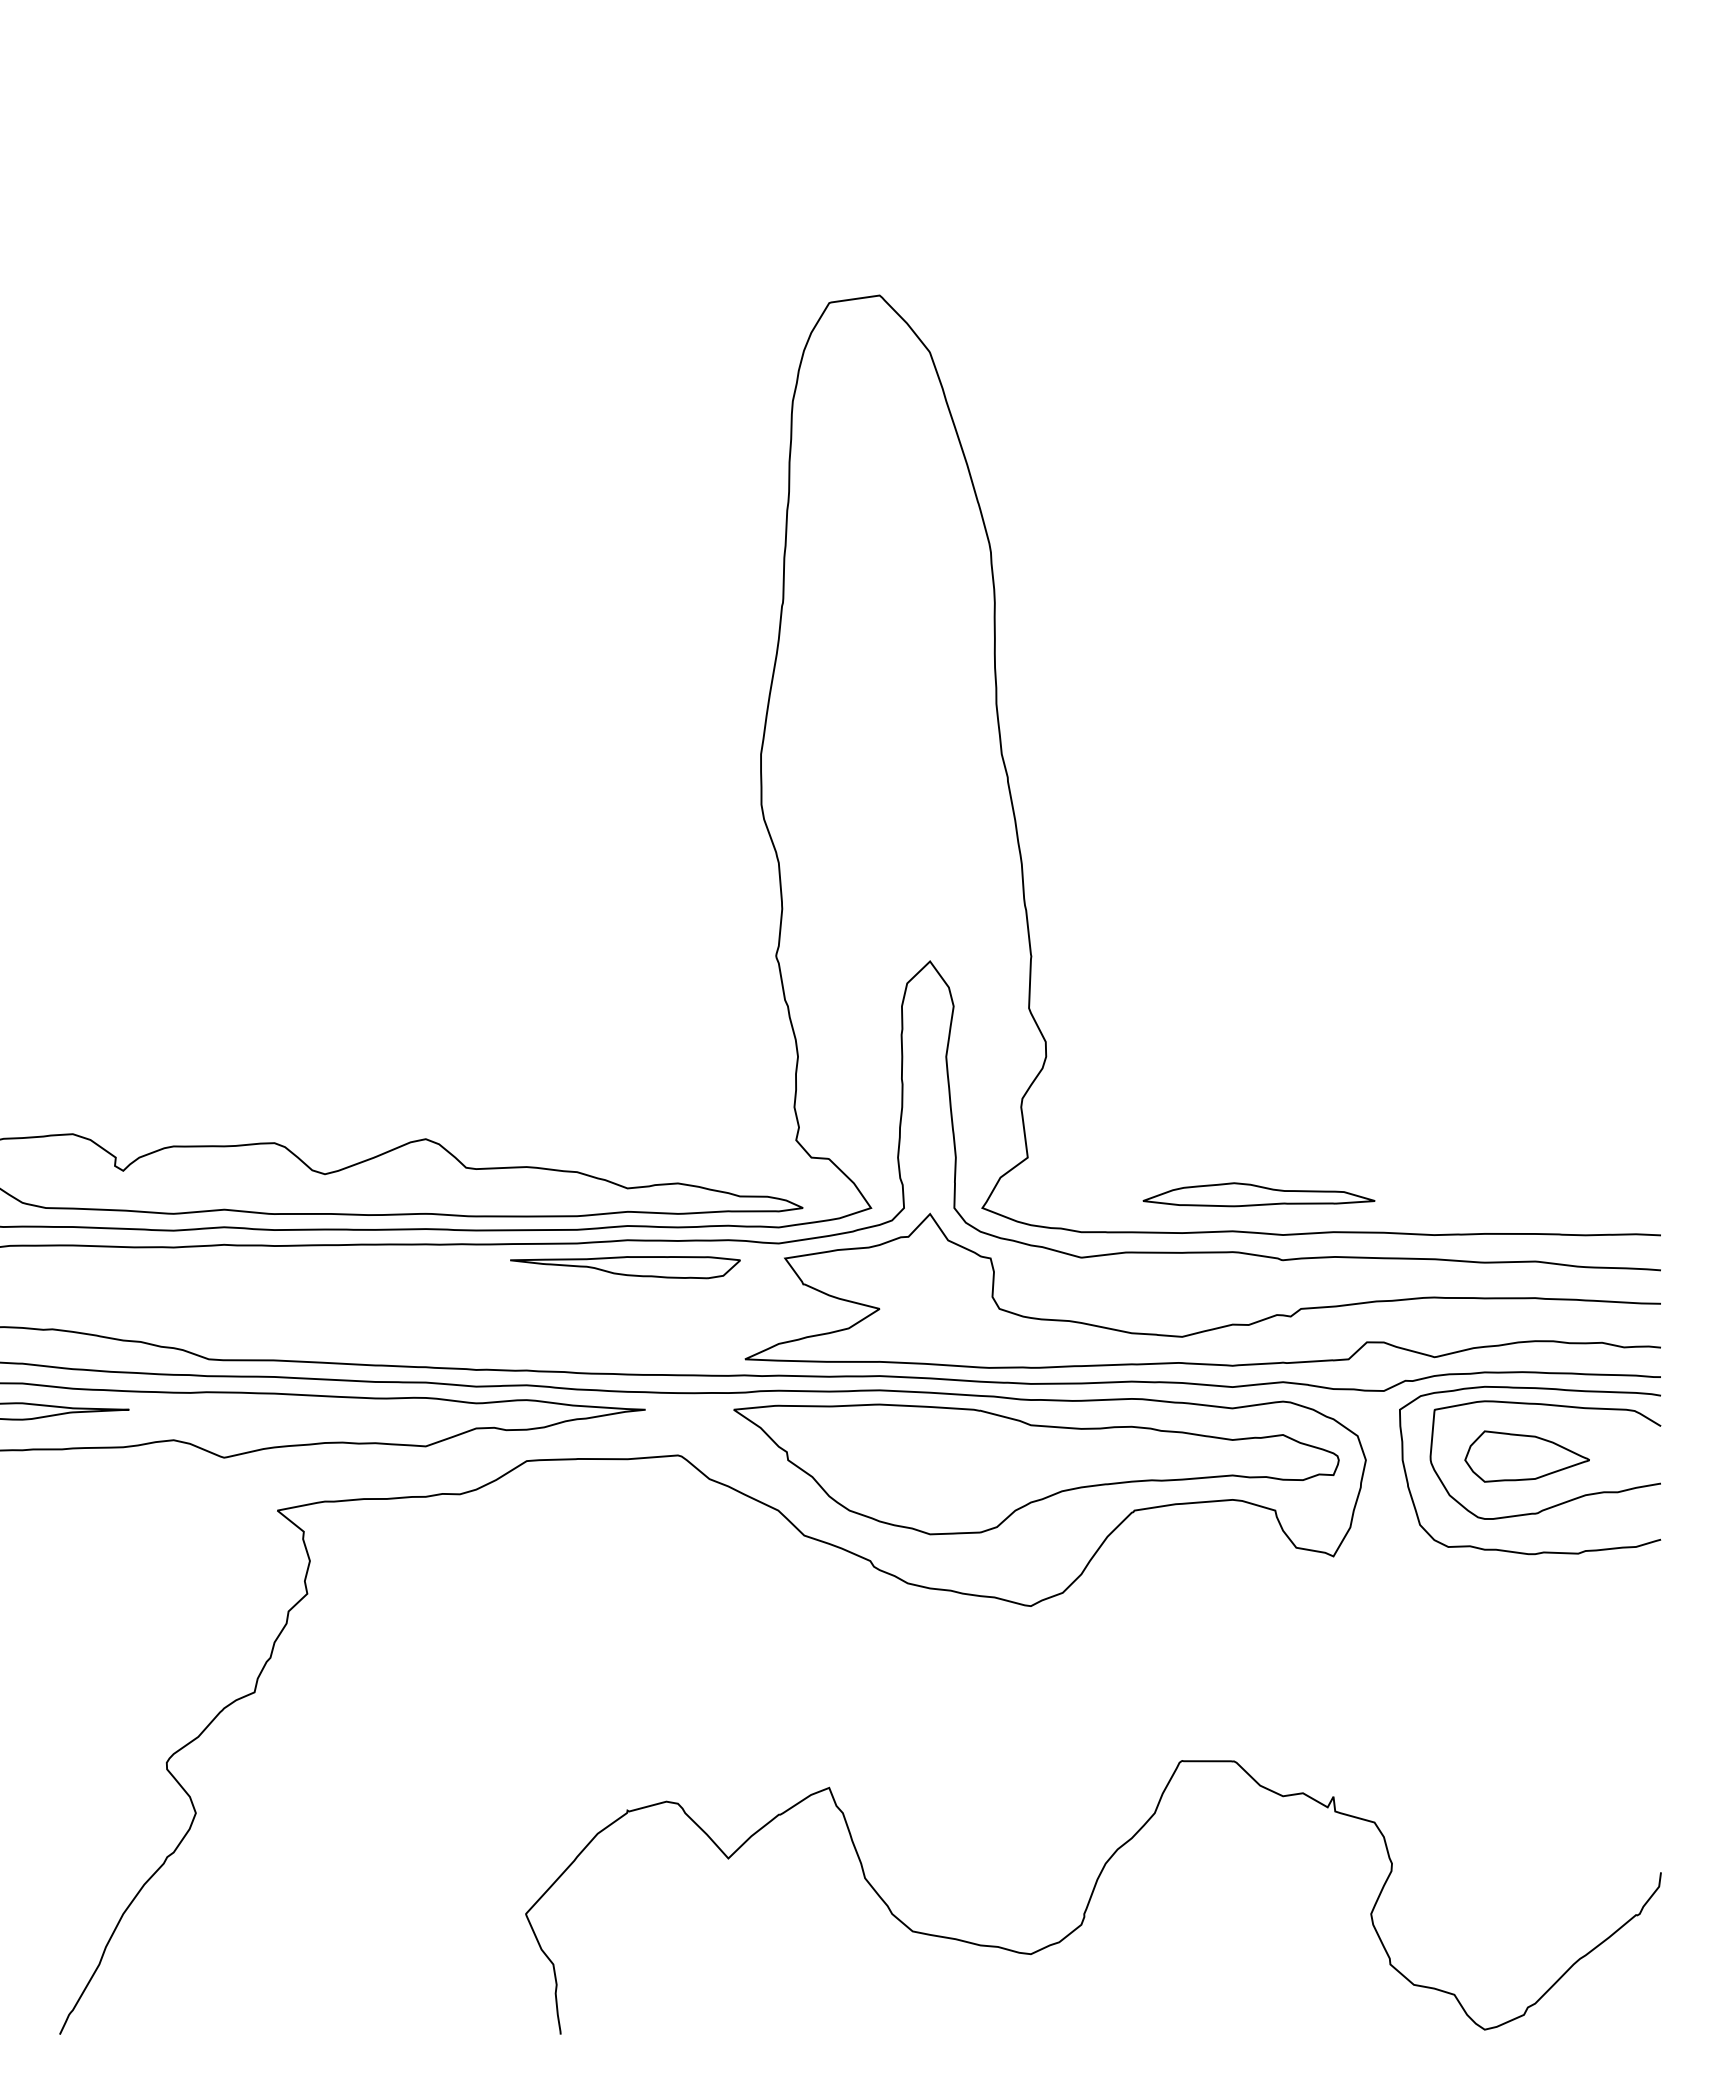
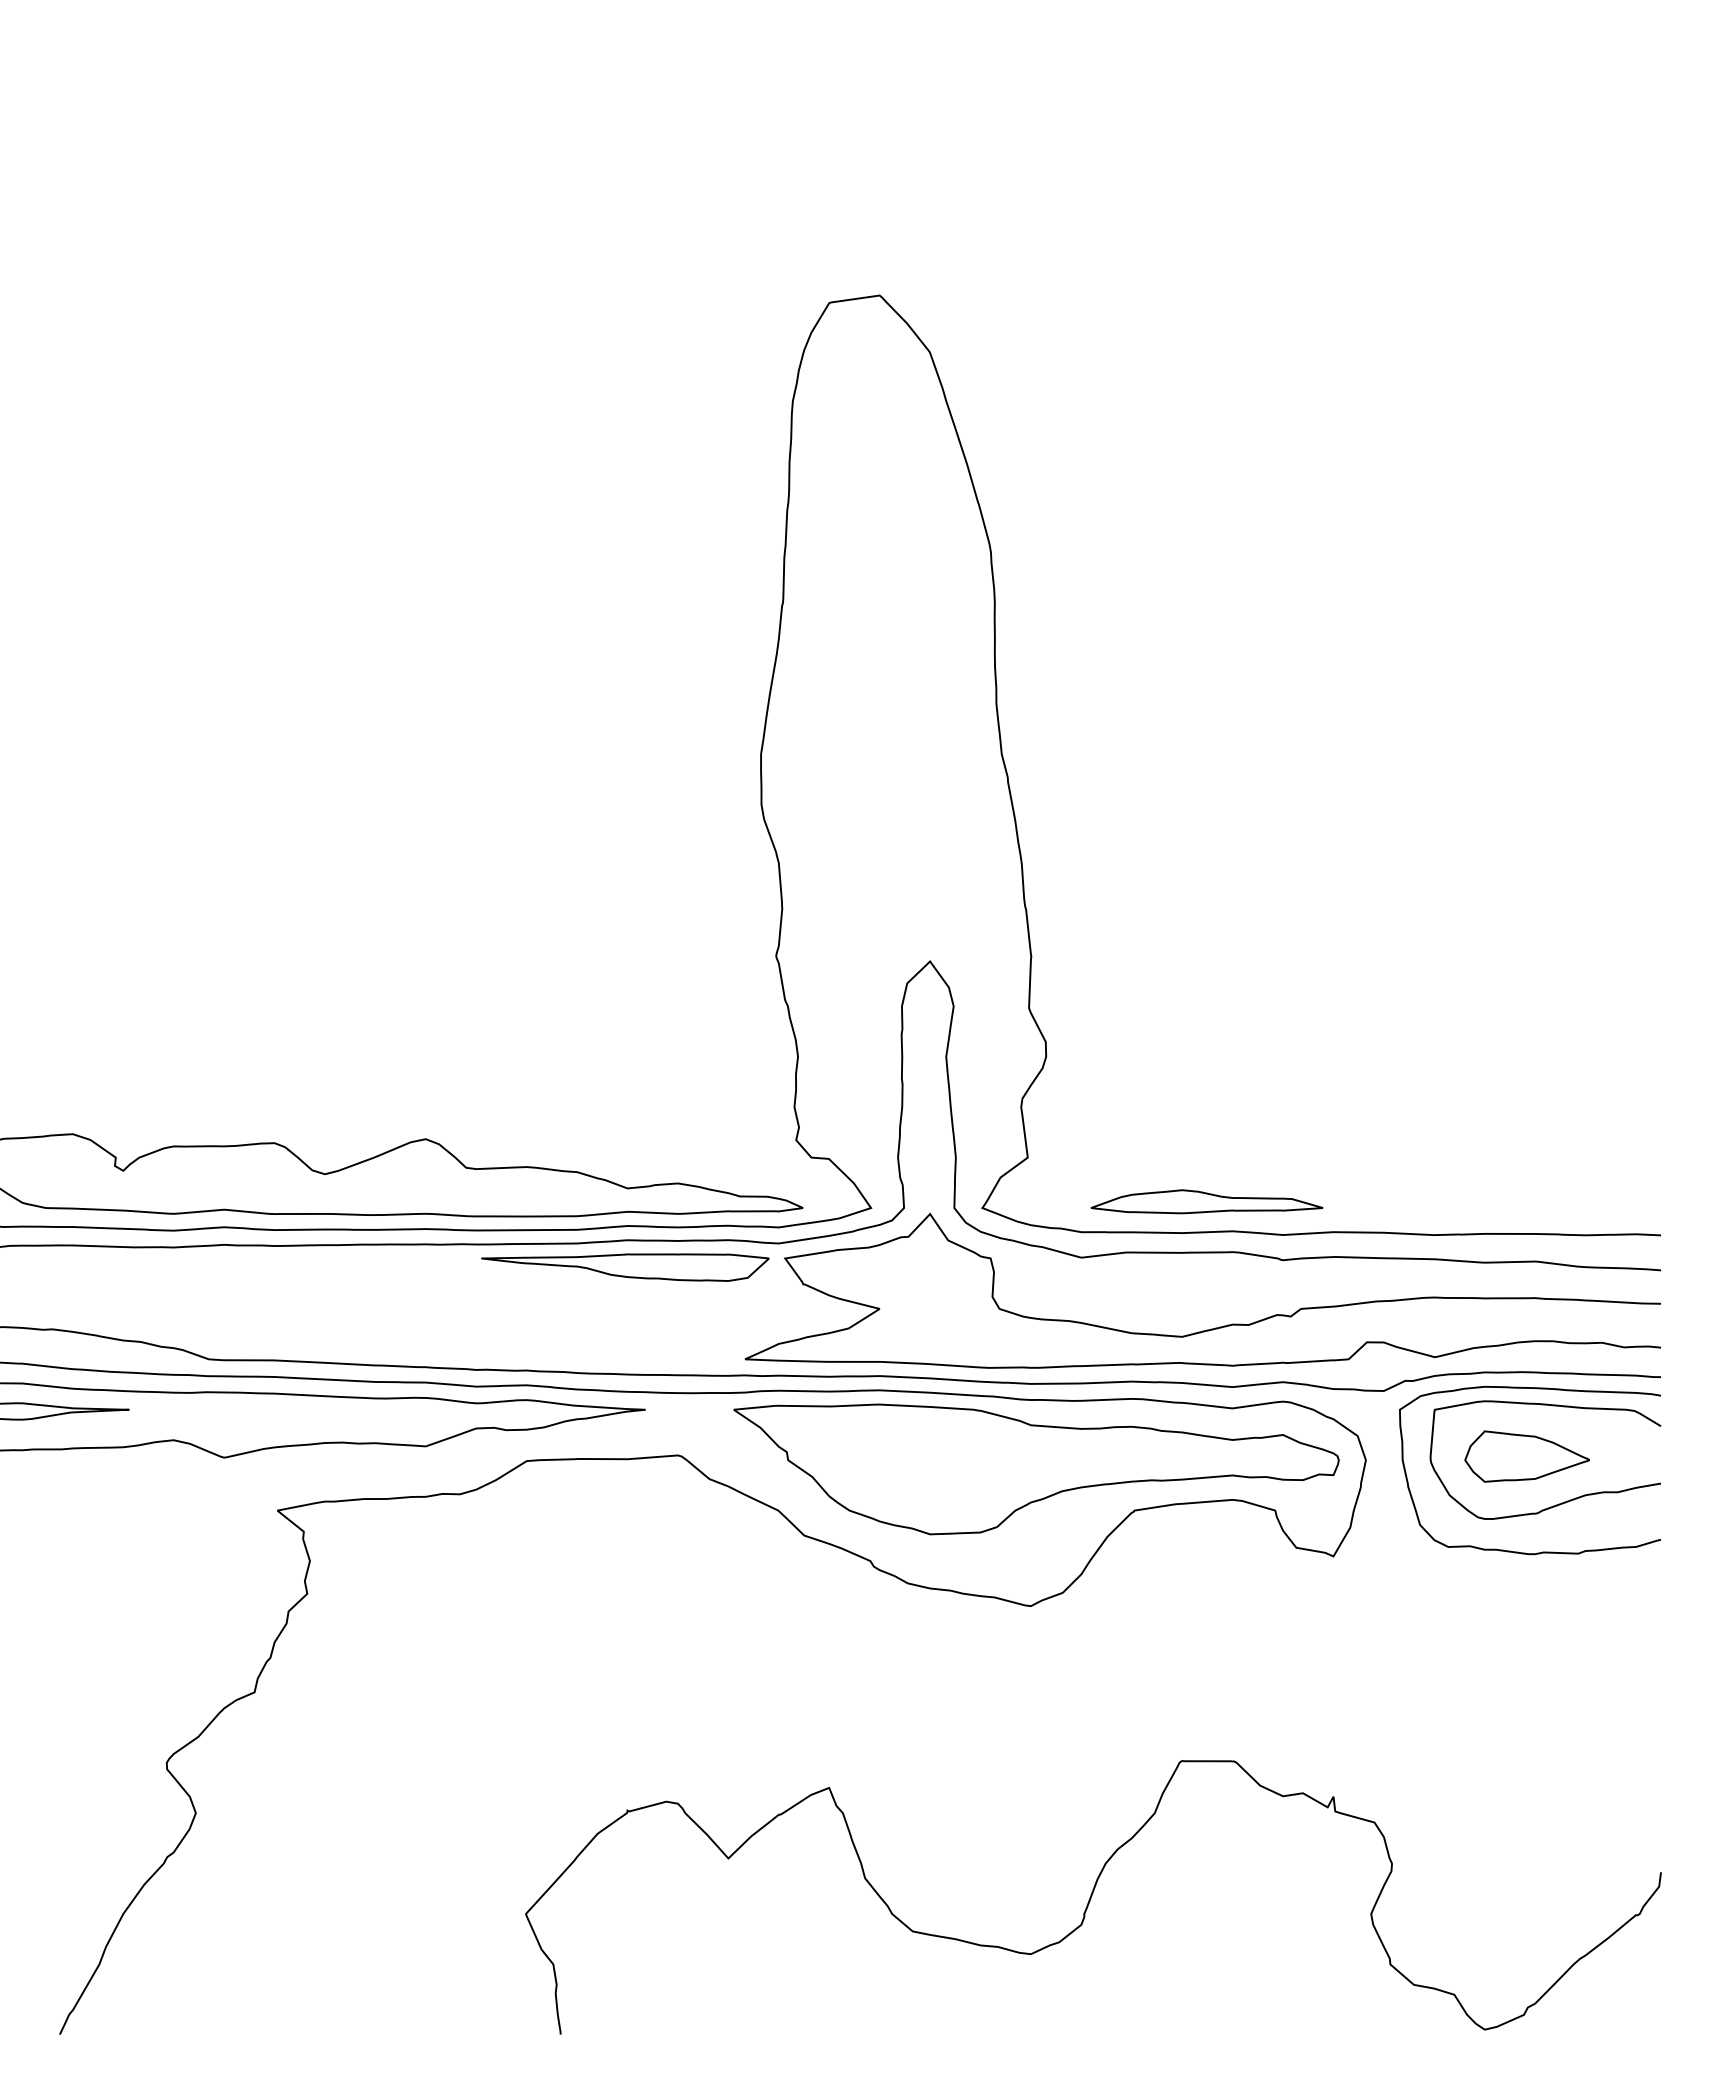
part at (1258, 1194) position: (1258, 1194) -> (1206, 1201)
part at (625, 1267) size: 231x24 px -> 289x29 px
